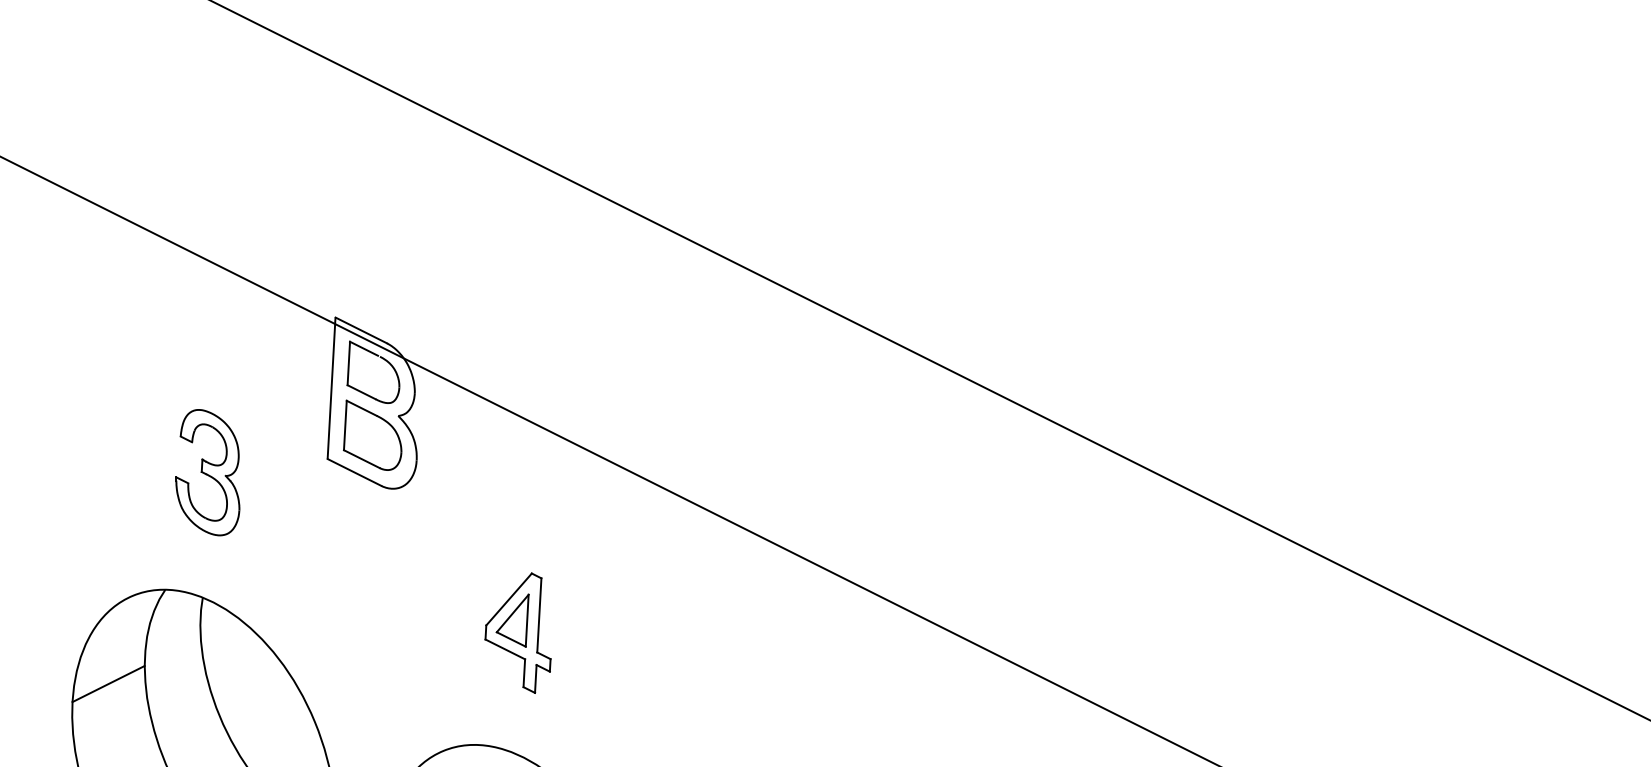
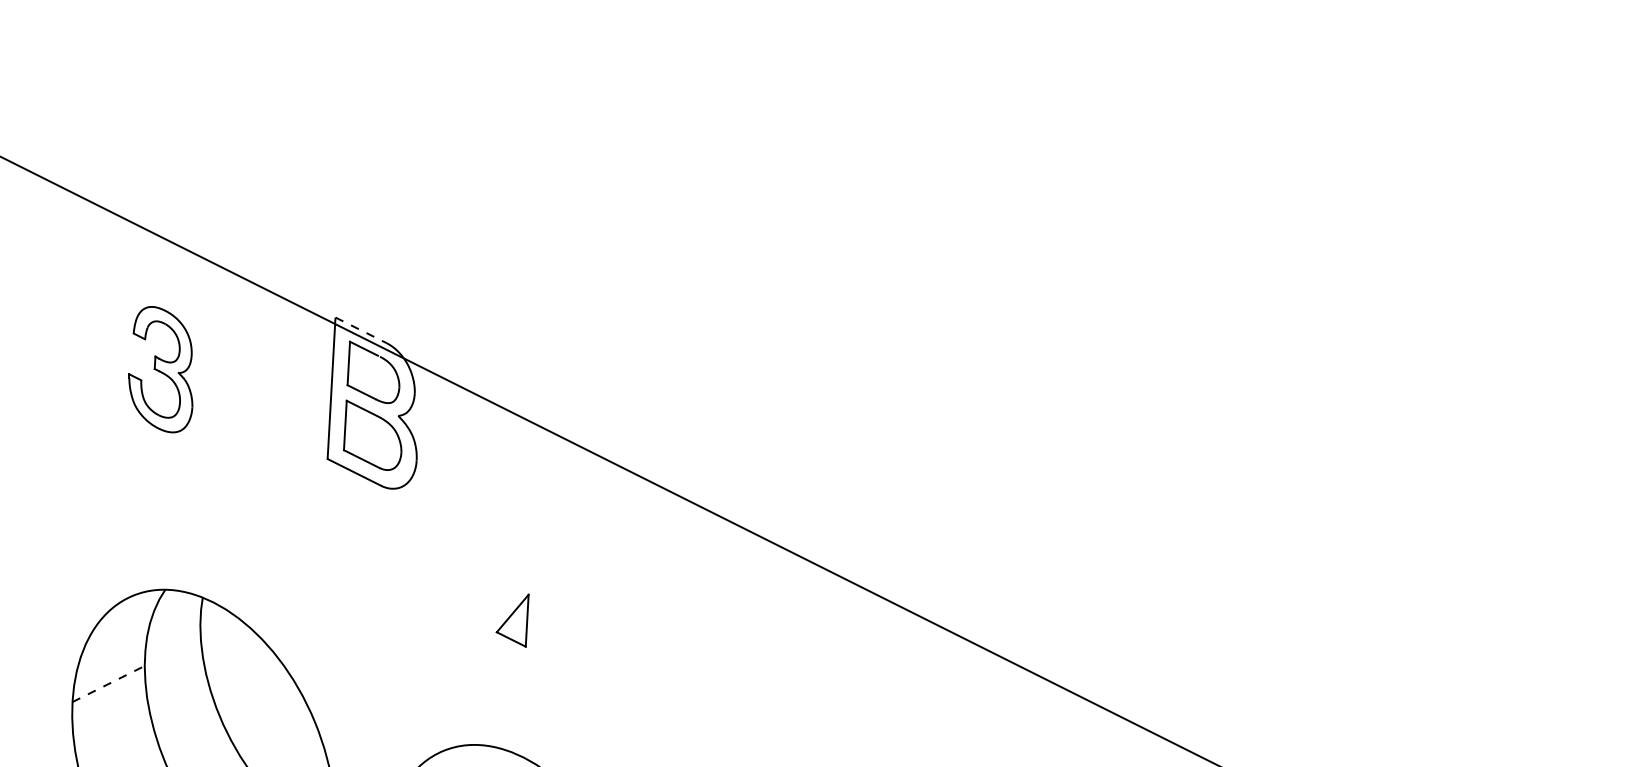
line at (361, 330): solid -> dashed
line at (930, 360): present -> none
part at (207, 472) position: (207, 472) -> (160, 369)
part at (517, 632): present -> none
line at (109, 683): solid -> dashed
